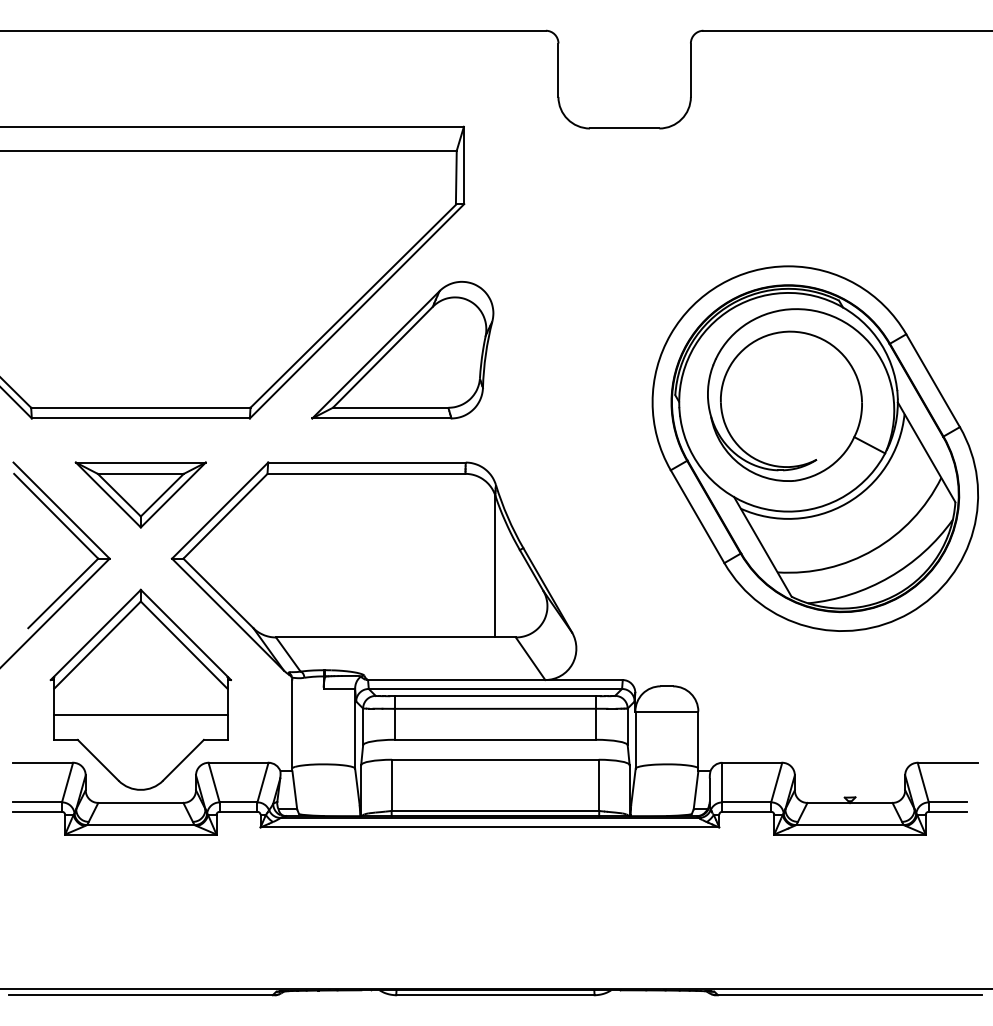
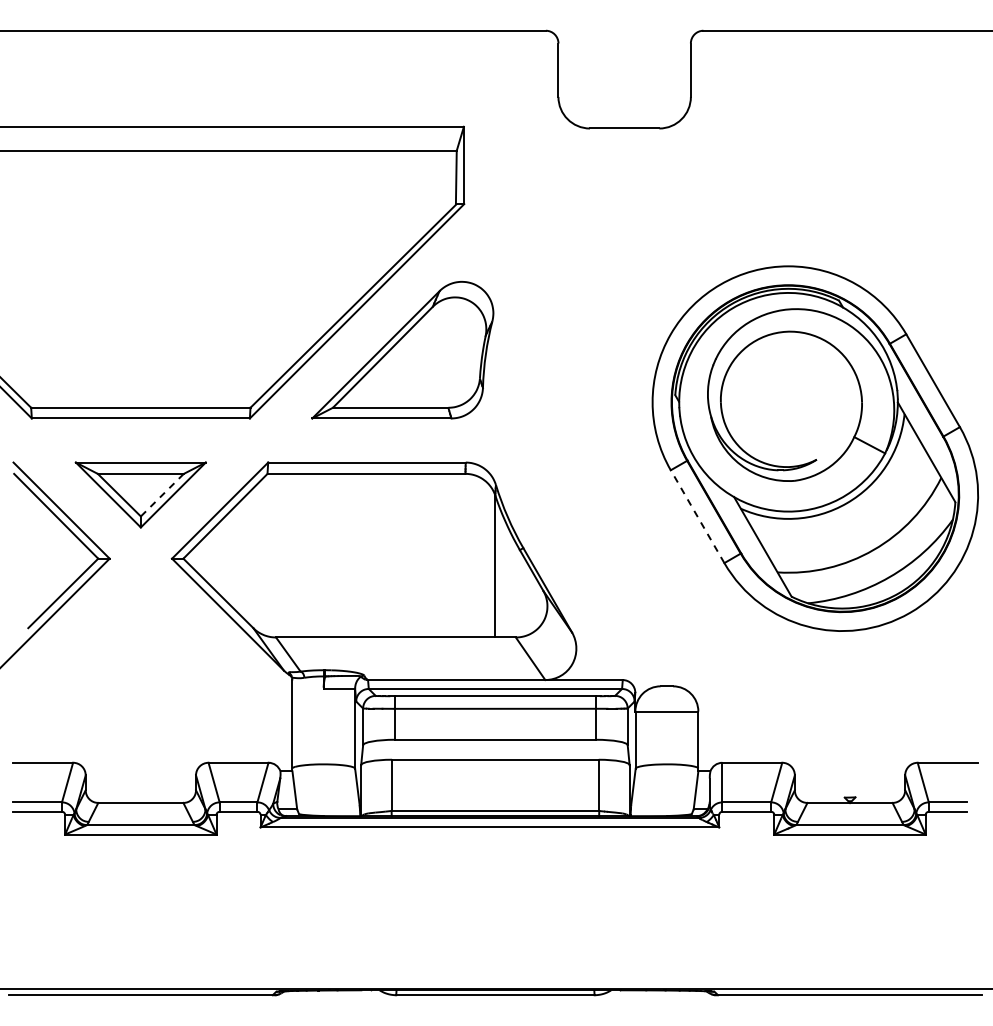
line at (161, 495): solid -> dashed
line at (697, 516): solid -> dashed
part at (140, 689): present -> none
